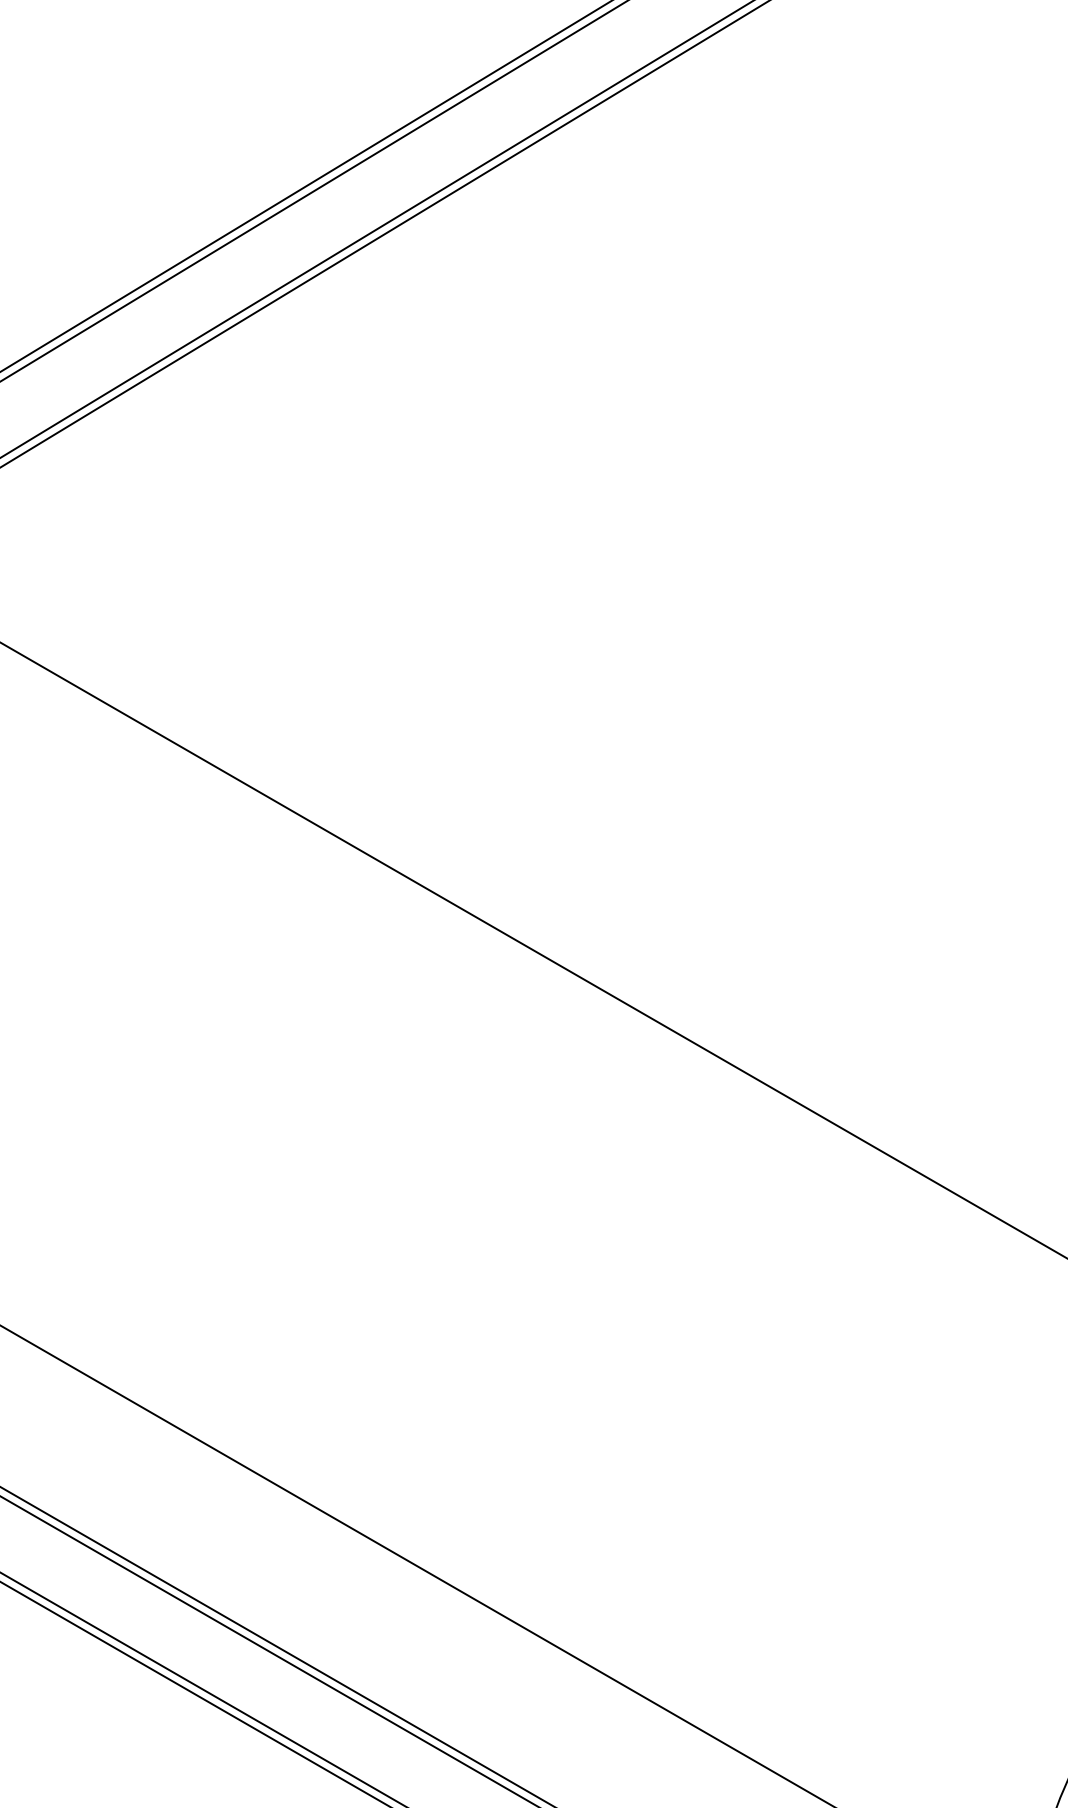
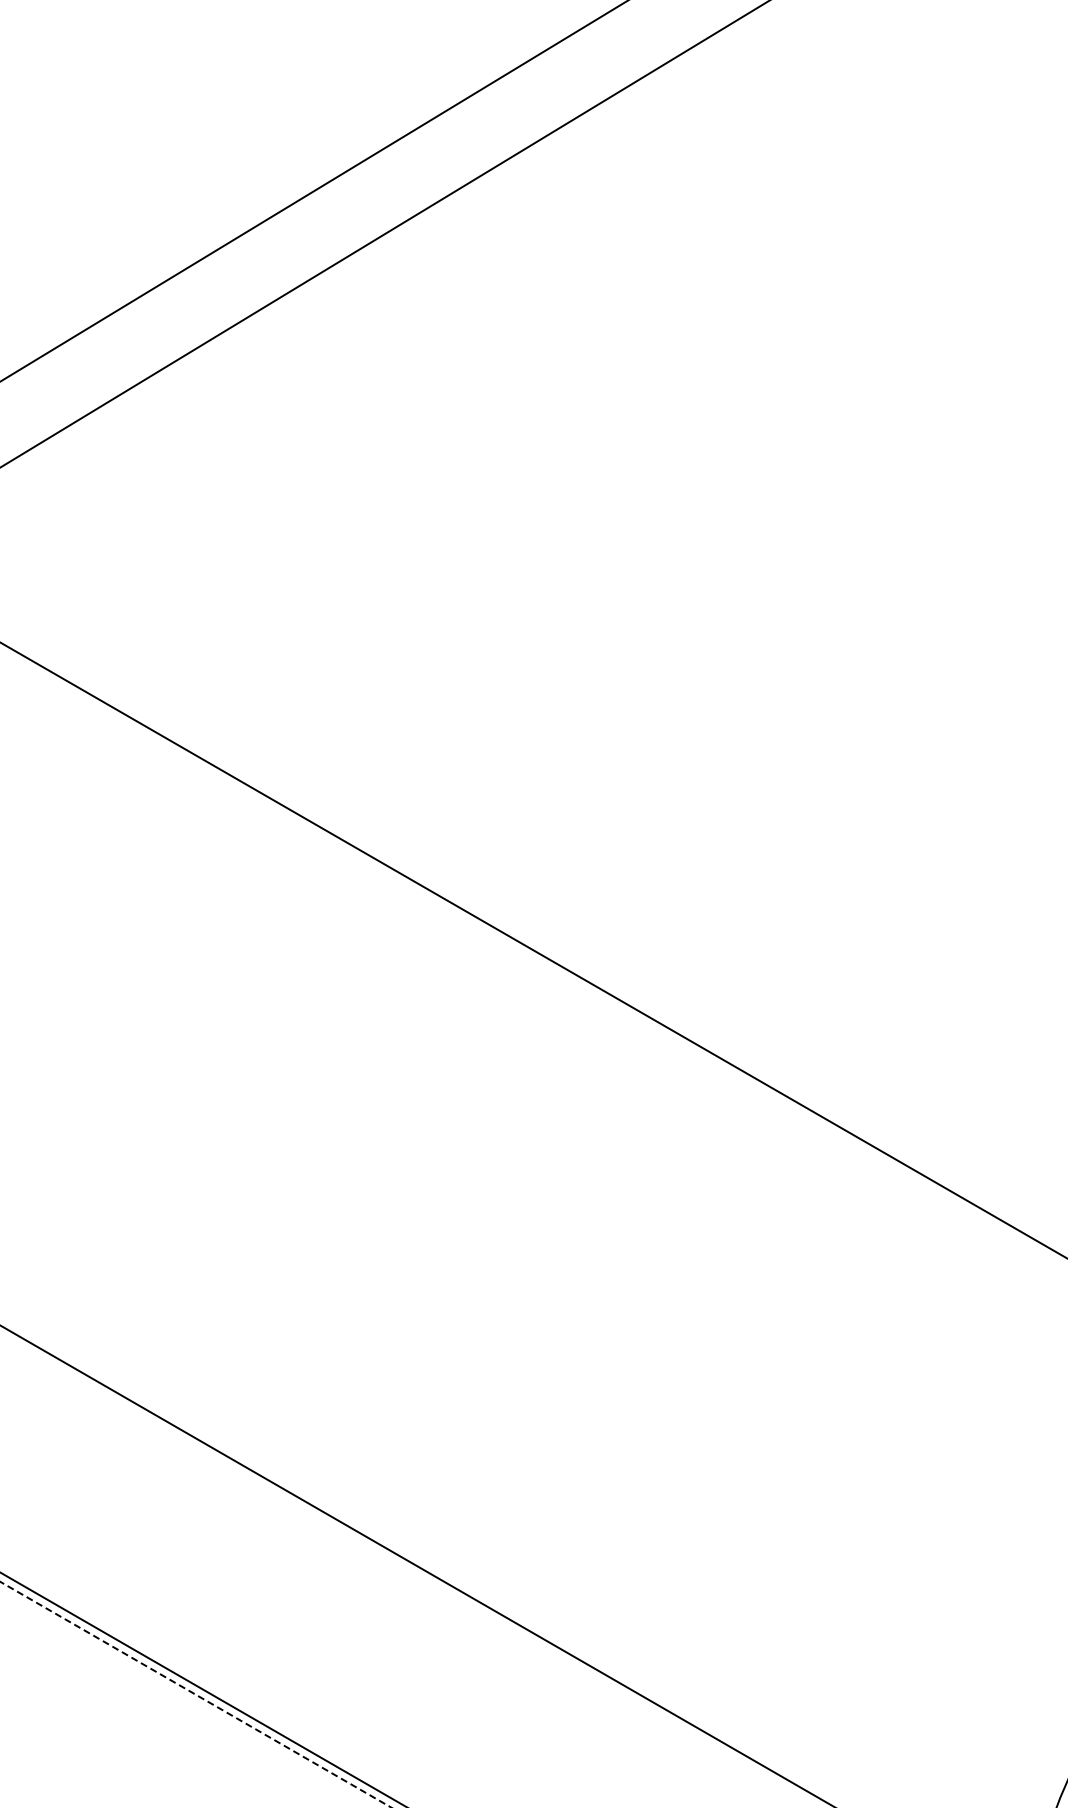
line at (305, 186): present -> none
line at (376, 229): present -> none
line at (276, 1646): present -> none
line at (268, 1650): present -> none
line at (195, 1694): solid -> dashed
